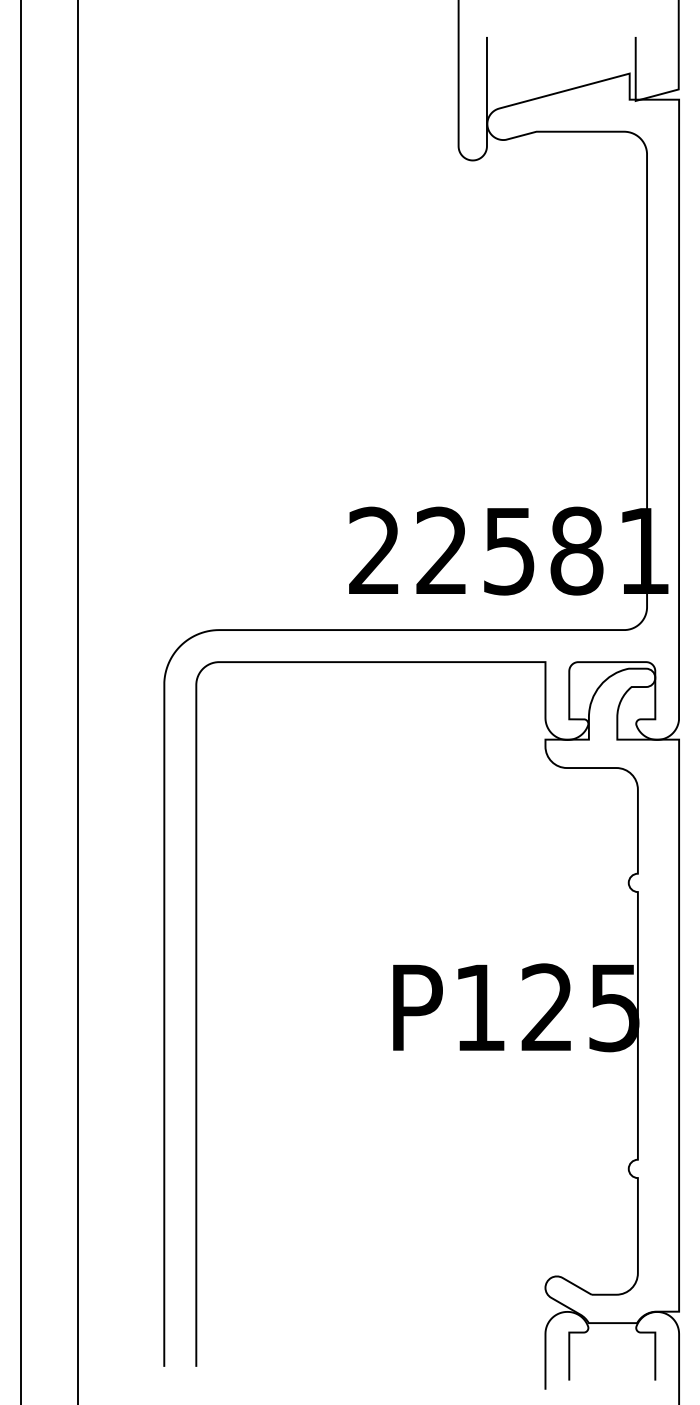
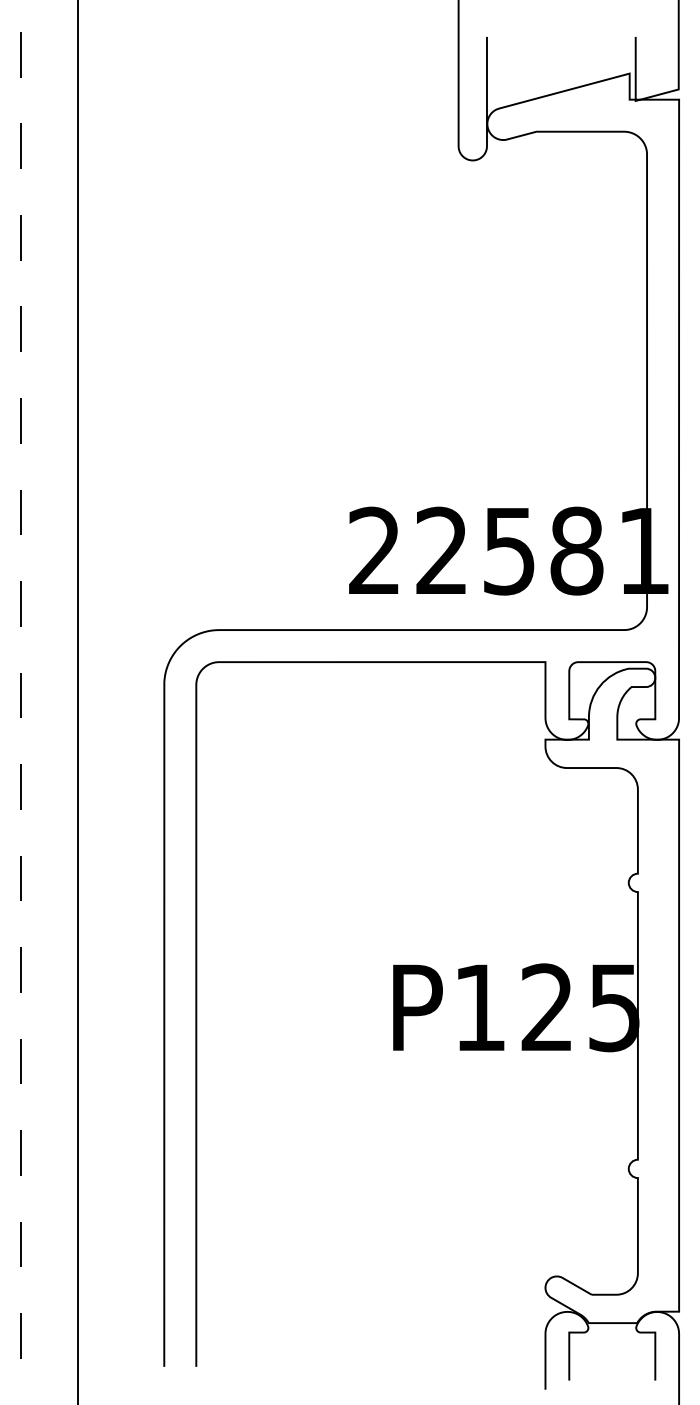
line at (20, 702): solid -> dashed
